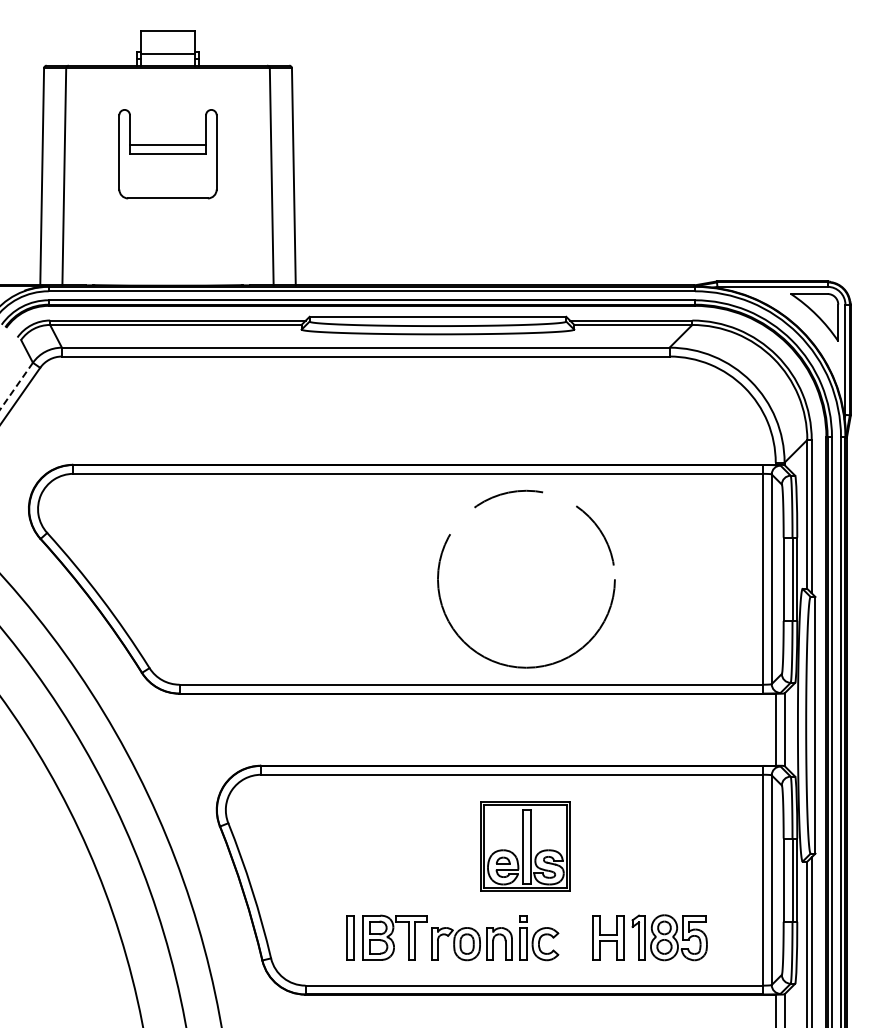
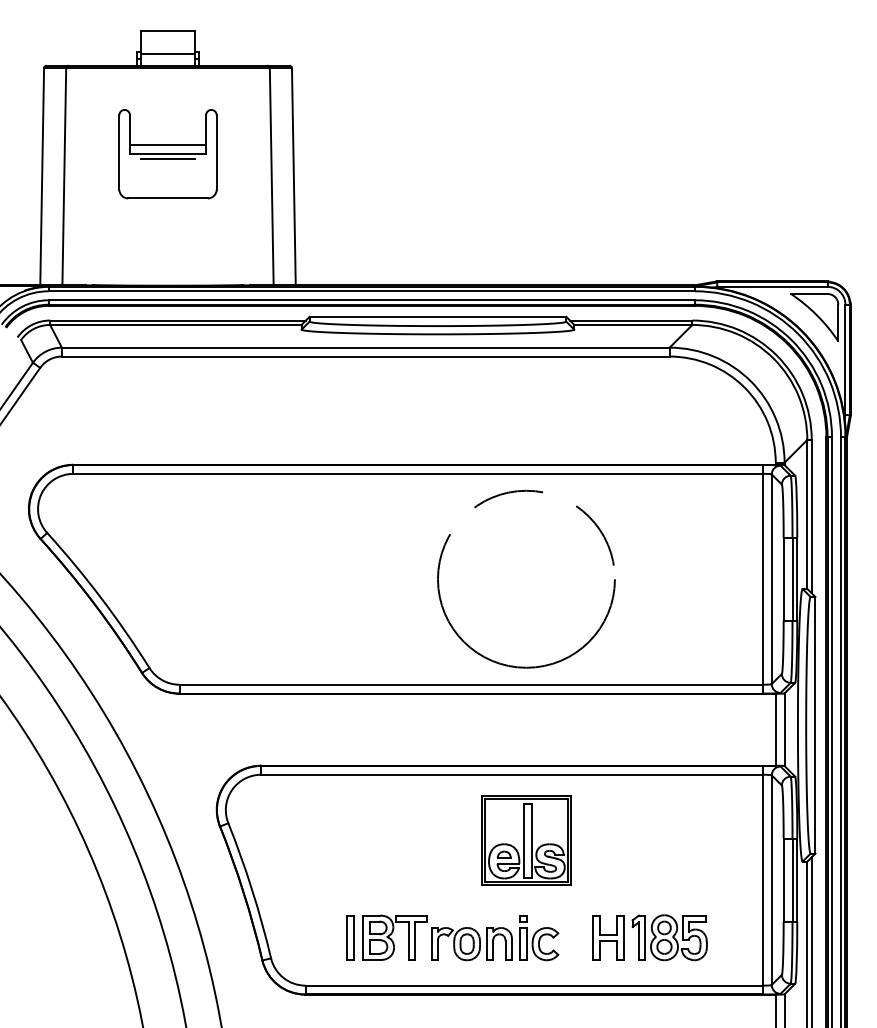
line at (167, 158): none -> present
line at (16, 386): dashed -> solid
part at (525, 846) position: (525, 846) -> (526, 840)
